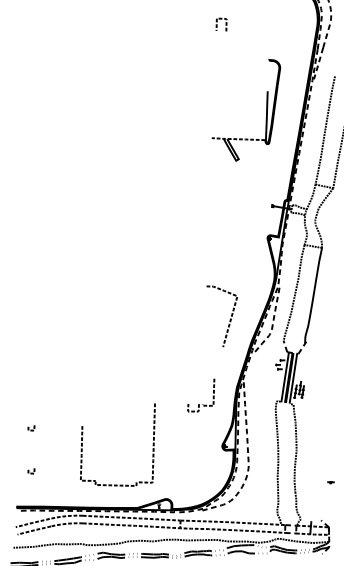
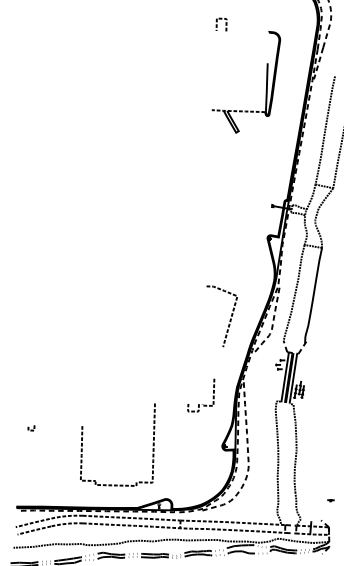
part at (266, 110) position: (266, 110) -> (266, 82)
line at (31, 472): present -> none
part at (330, 482) position: (330, 482) -> (330, 500)
